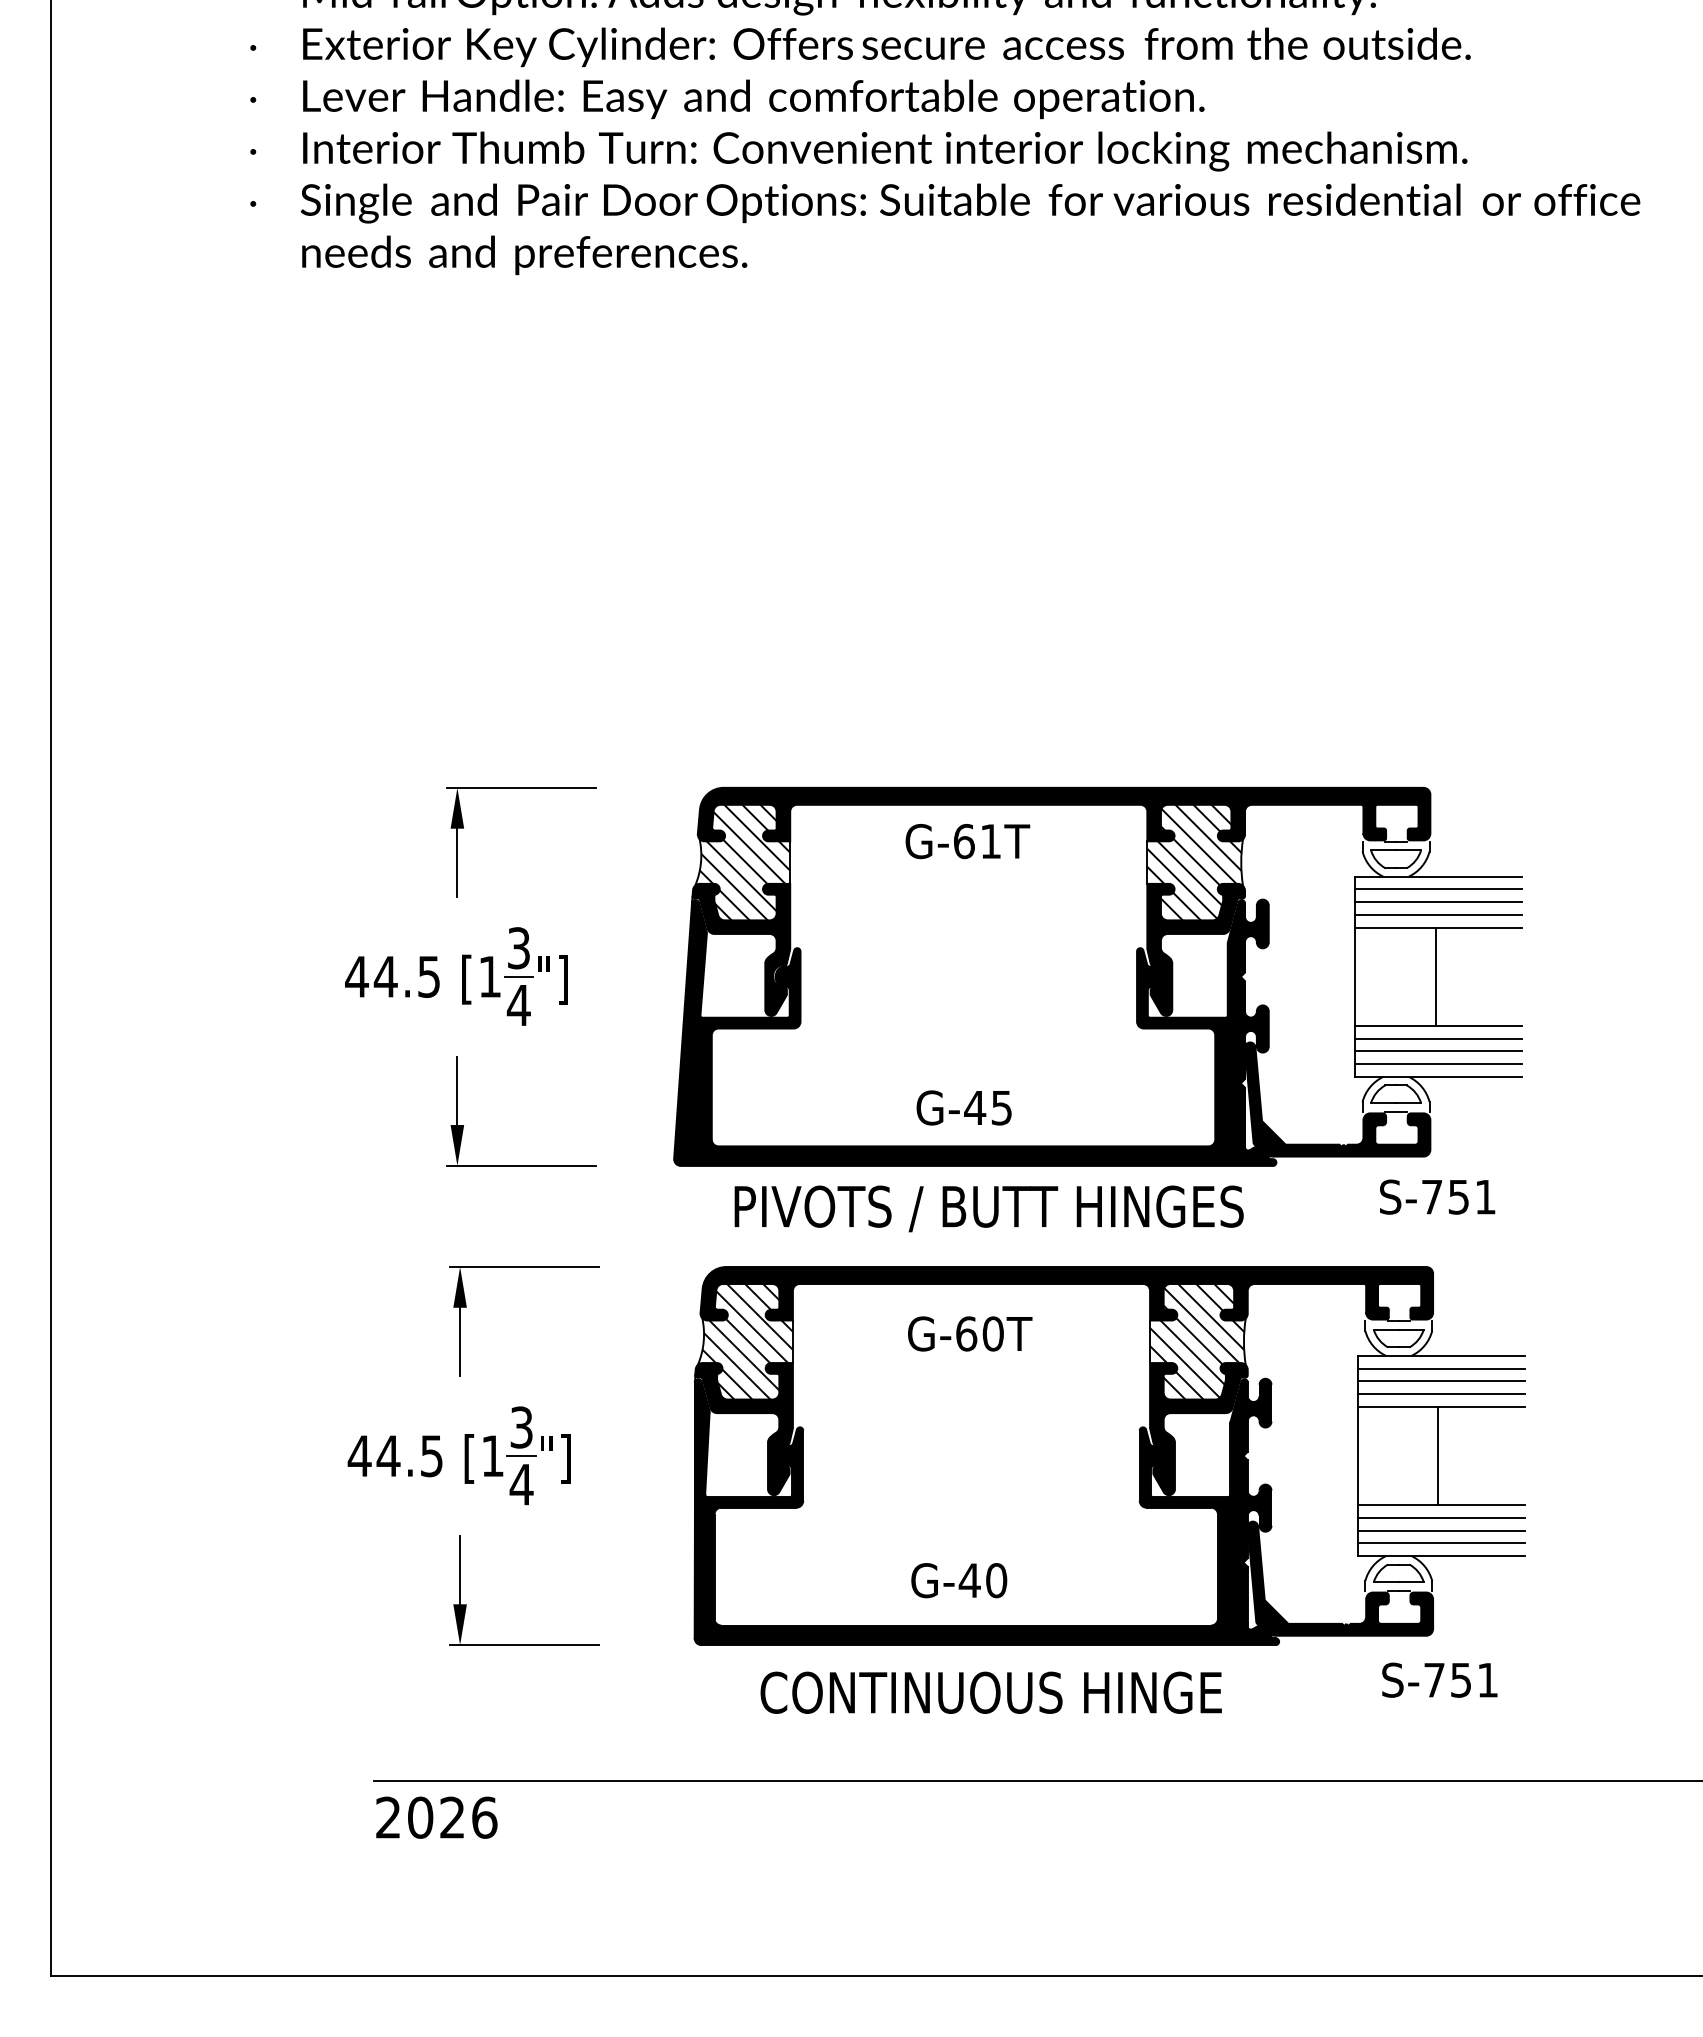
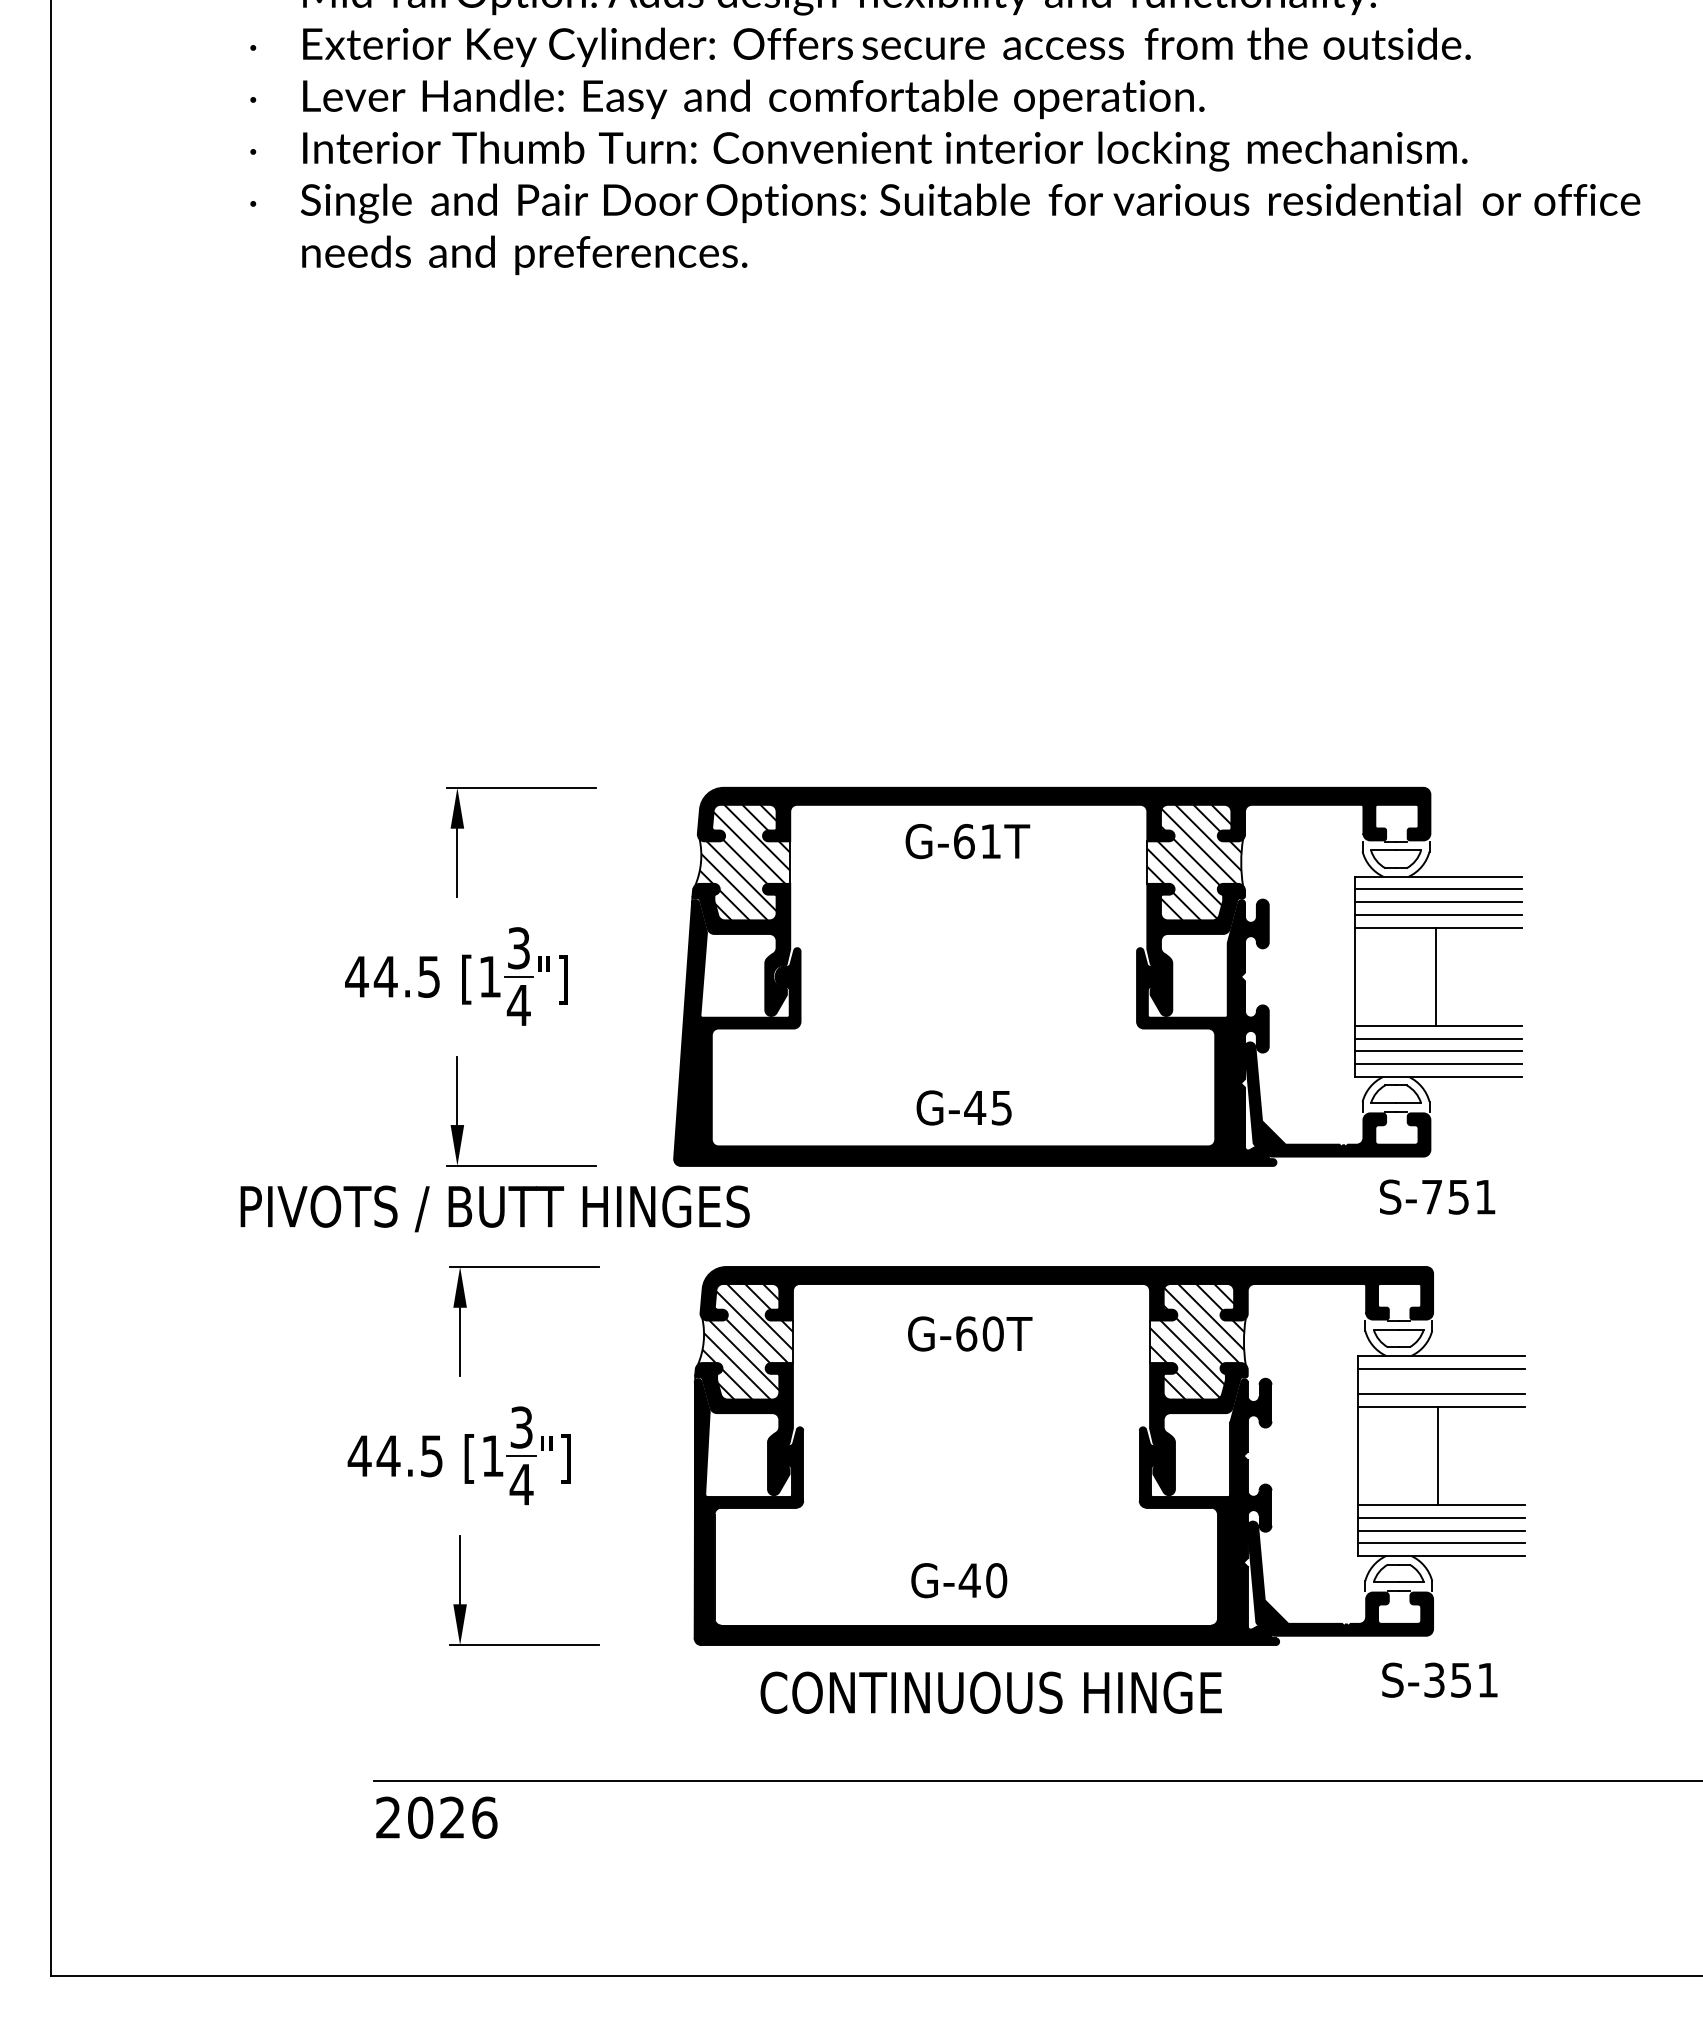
text at (988, 1208) position: (988, 1208) -> (494, 1208)
line at (1440, 1381): present -> none
text at (1434, 1679): S-751 -> S-351
